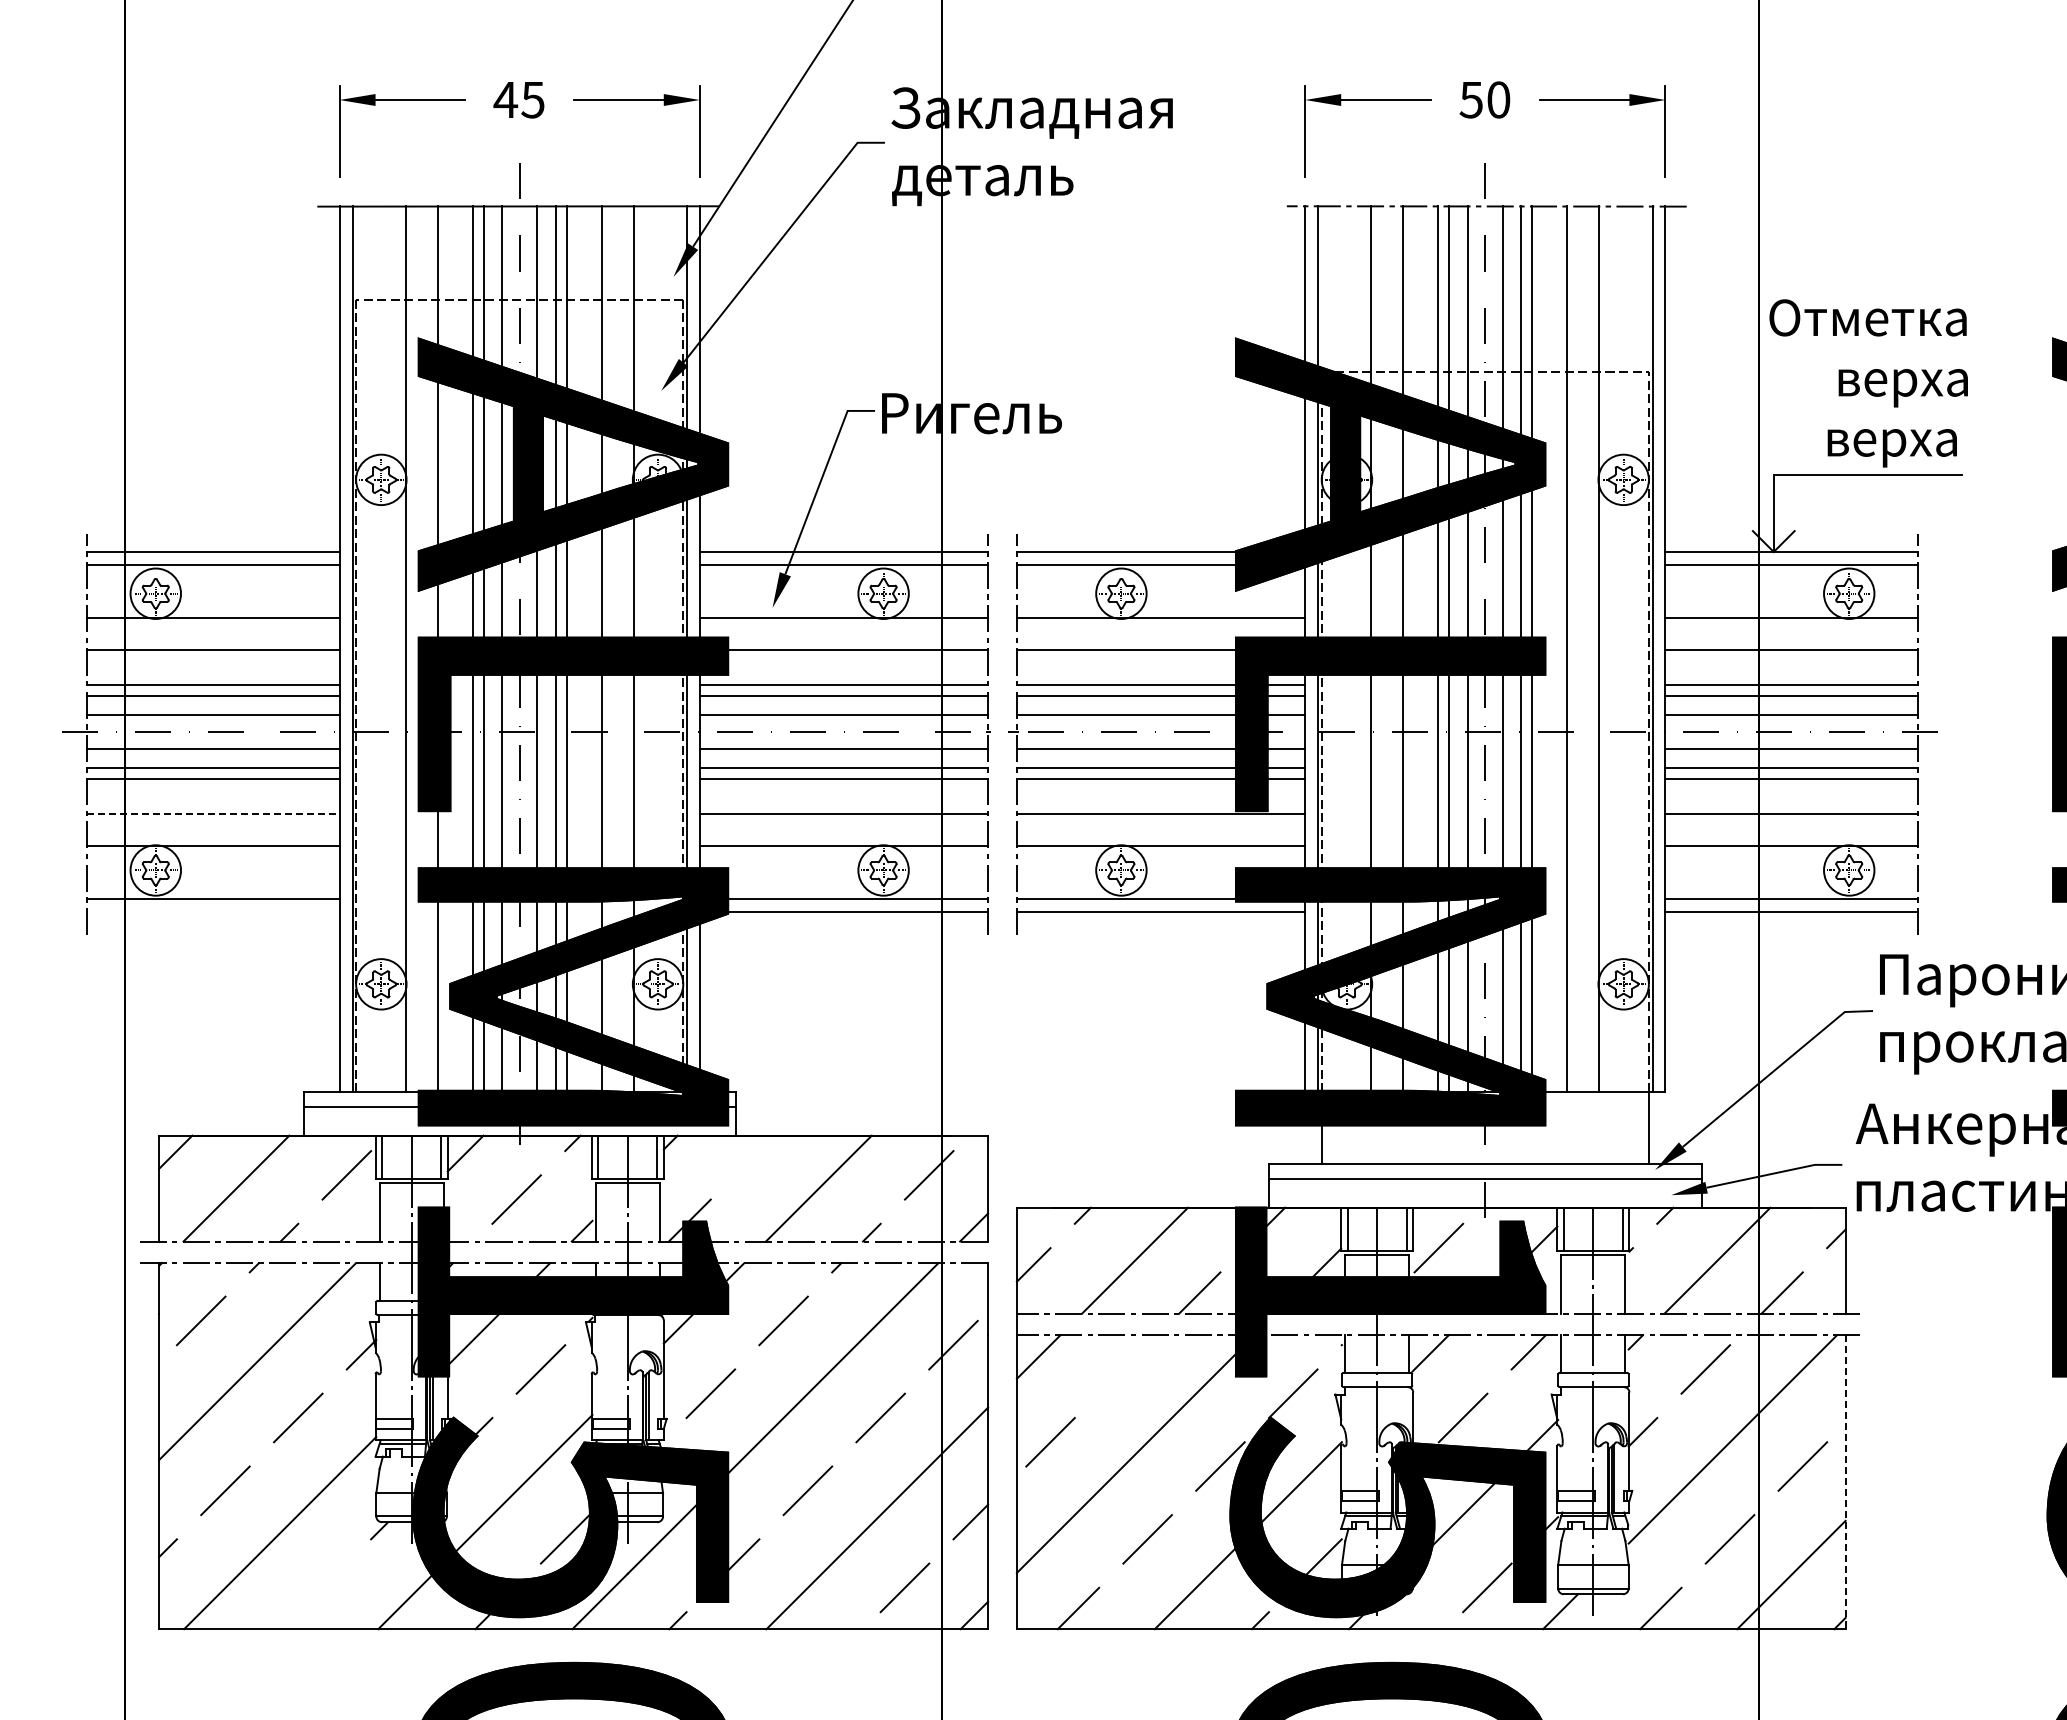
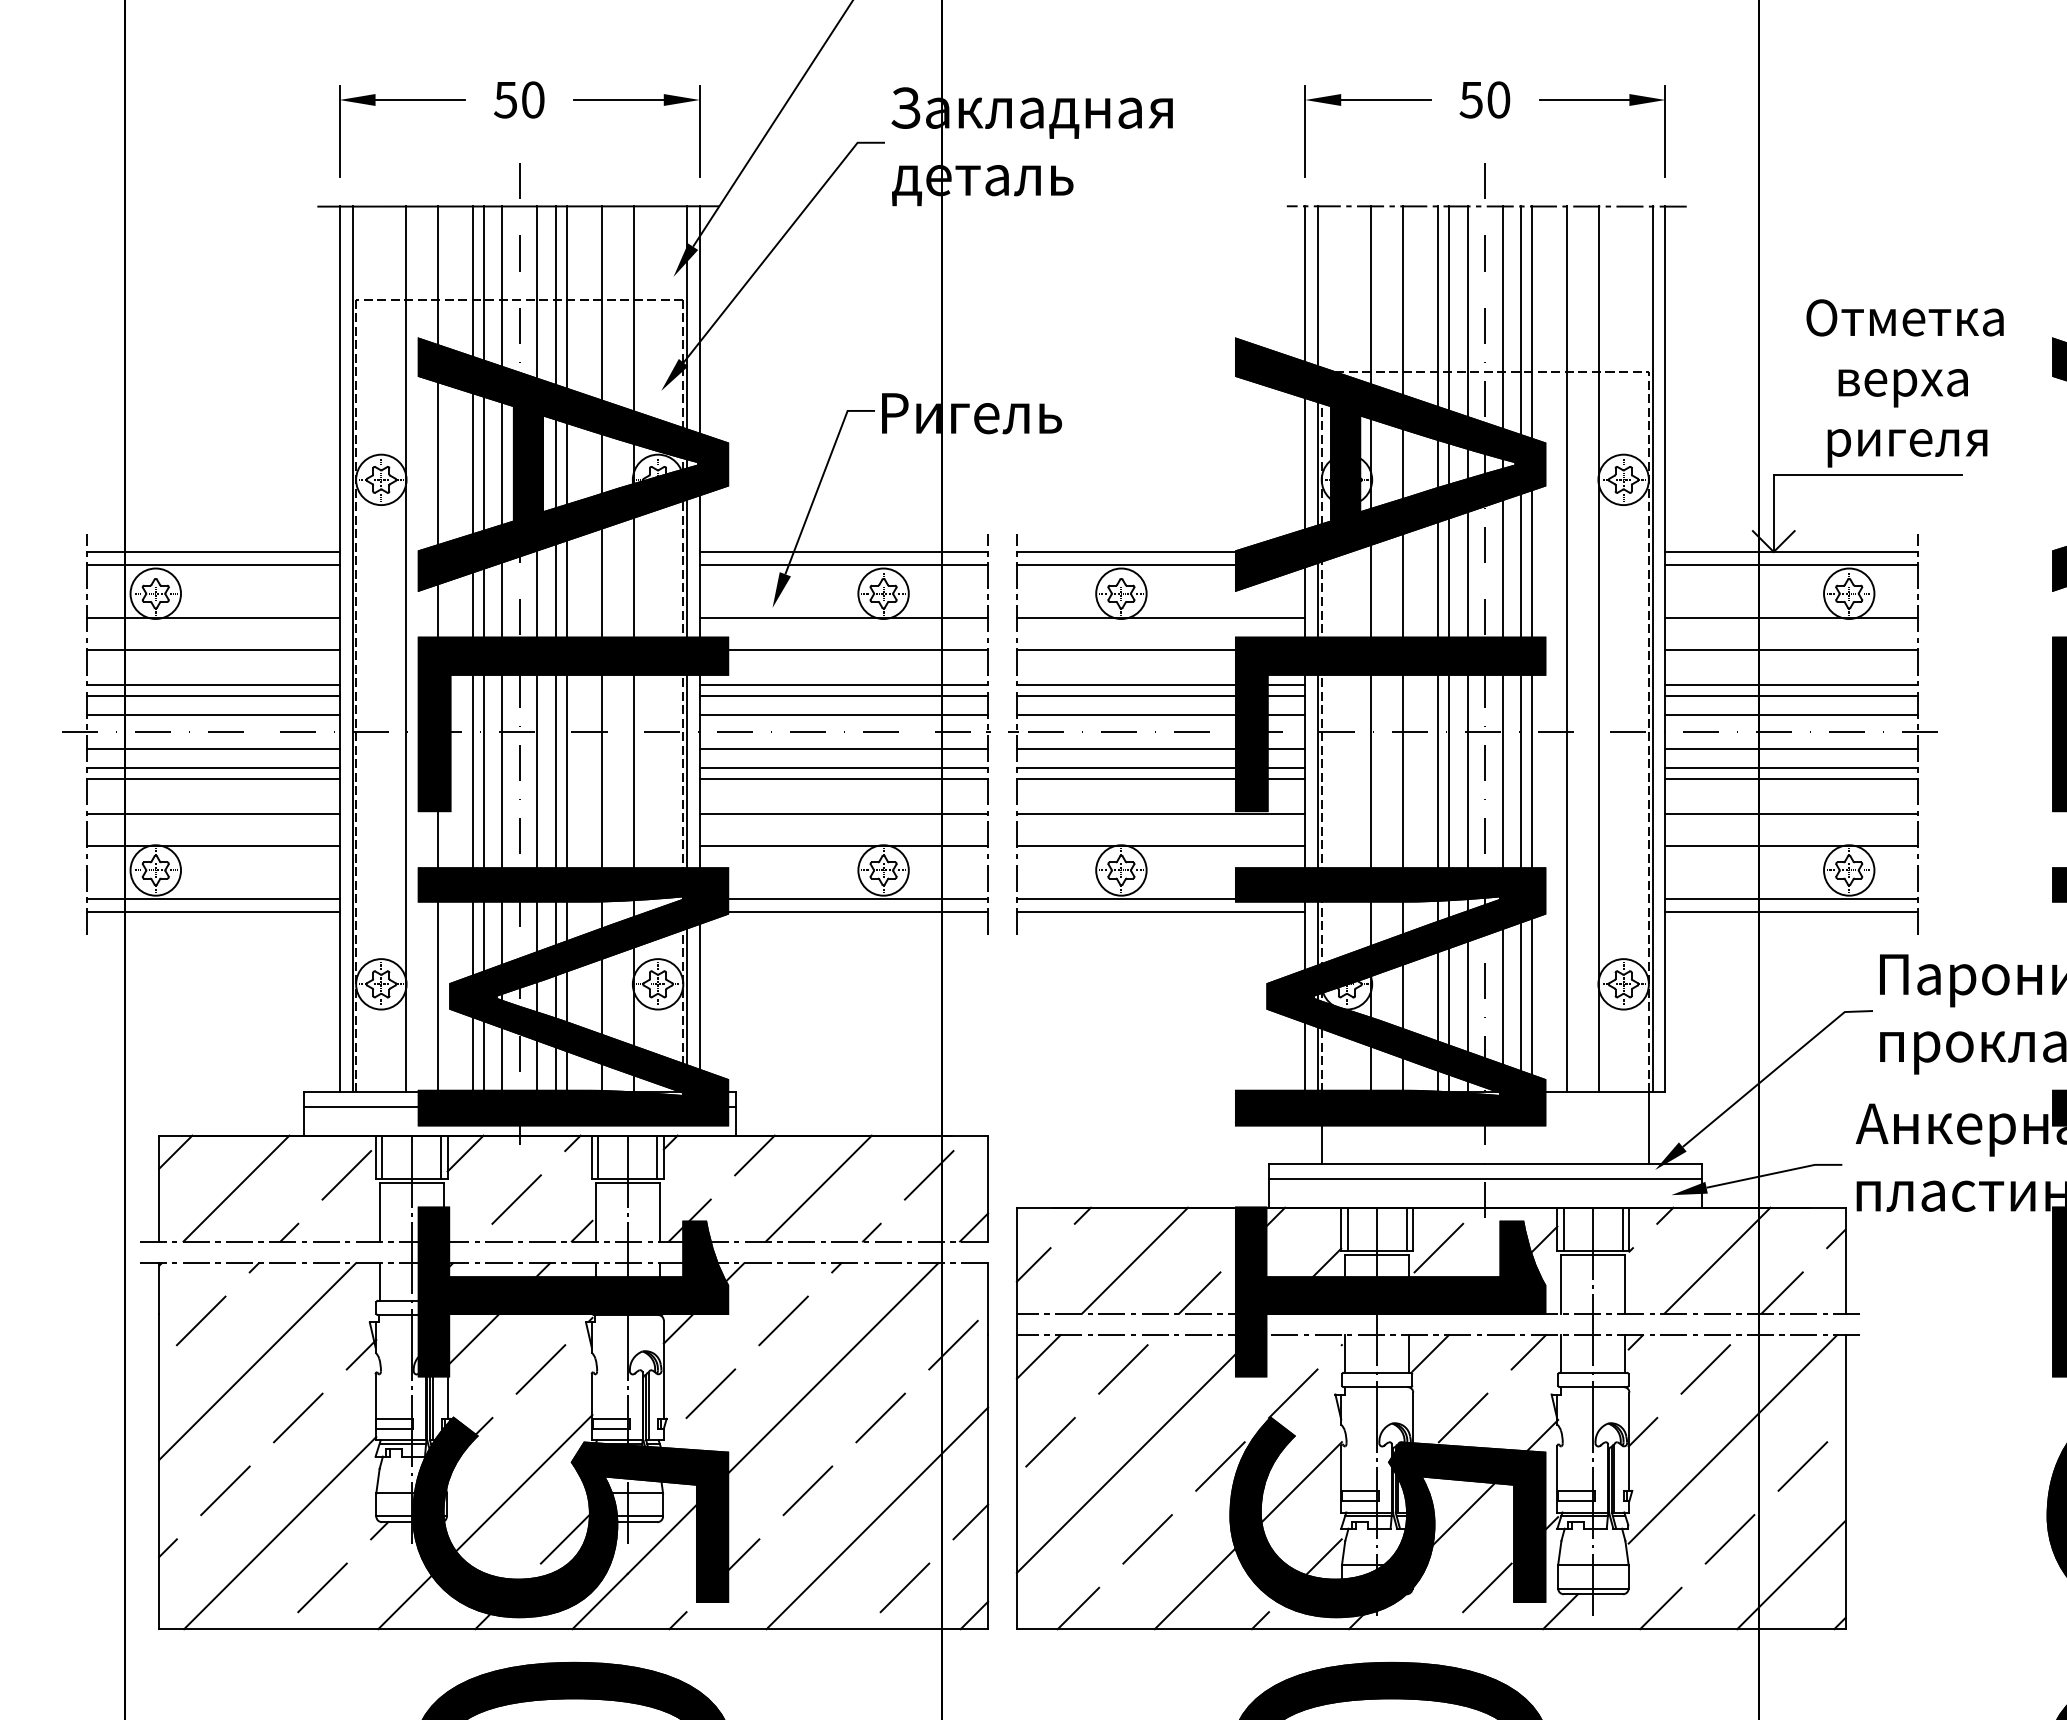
text at (518, 99): 45 -> 50
text at (1867, 317) position: (1867, 317) -> (1904, 317)
text at (1907, 448): верха -> ригеля
line at (213, 814): dashed -> solid
line at (213, 912): none -> present
line at (754, 1155): none -> present
line at (1123, 1369): none -> present
line at (1845, 1482): dashed -> solid
line at (322, 1587): none -> present
